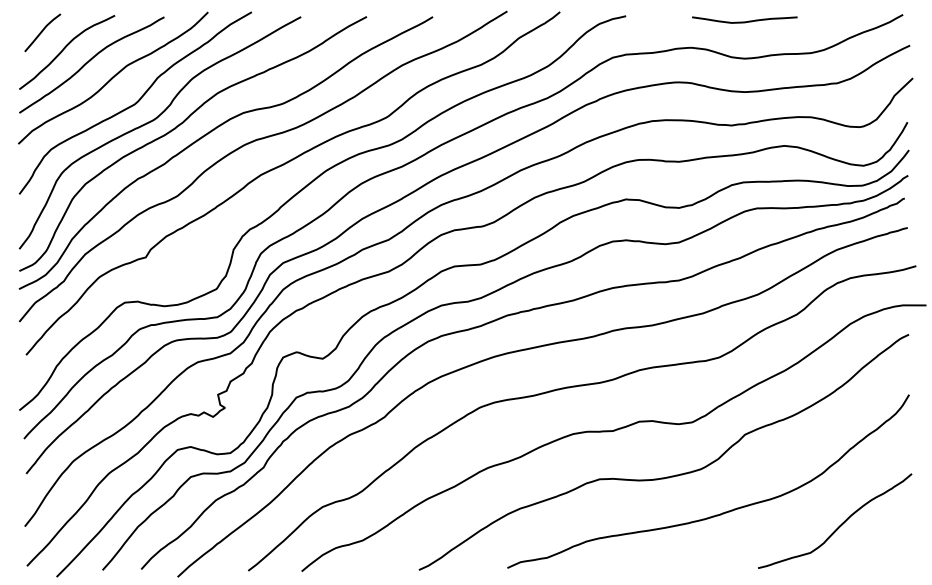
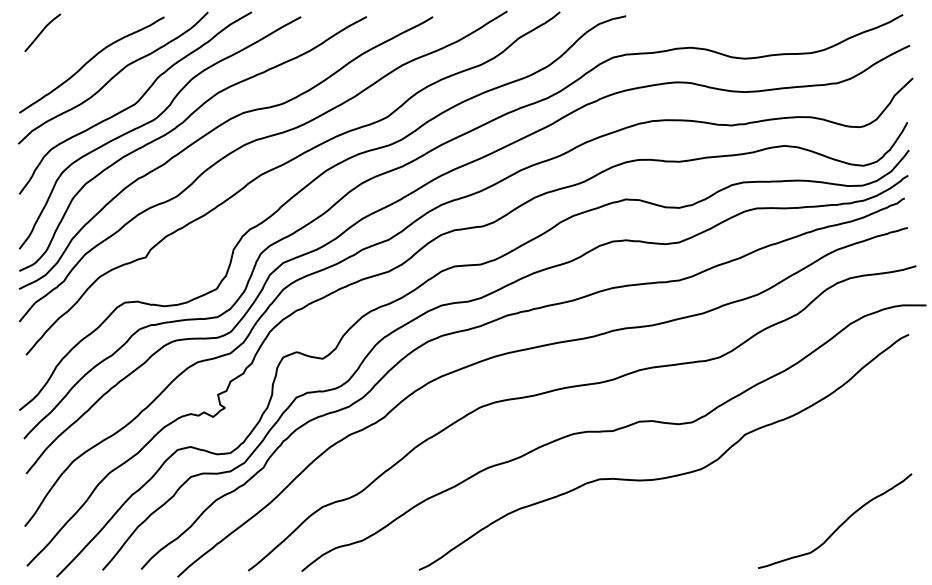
curve at (744, 21): present -> none
curve at (64, 49): present -> none
curve at (716, 514): present -> none
